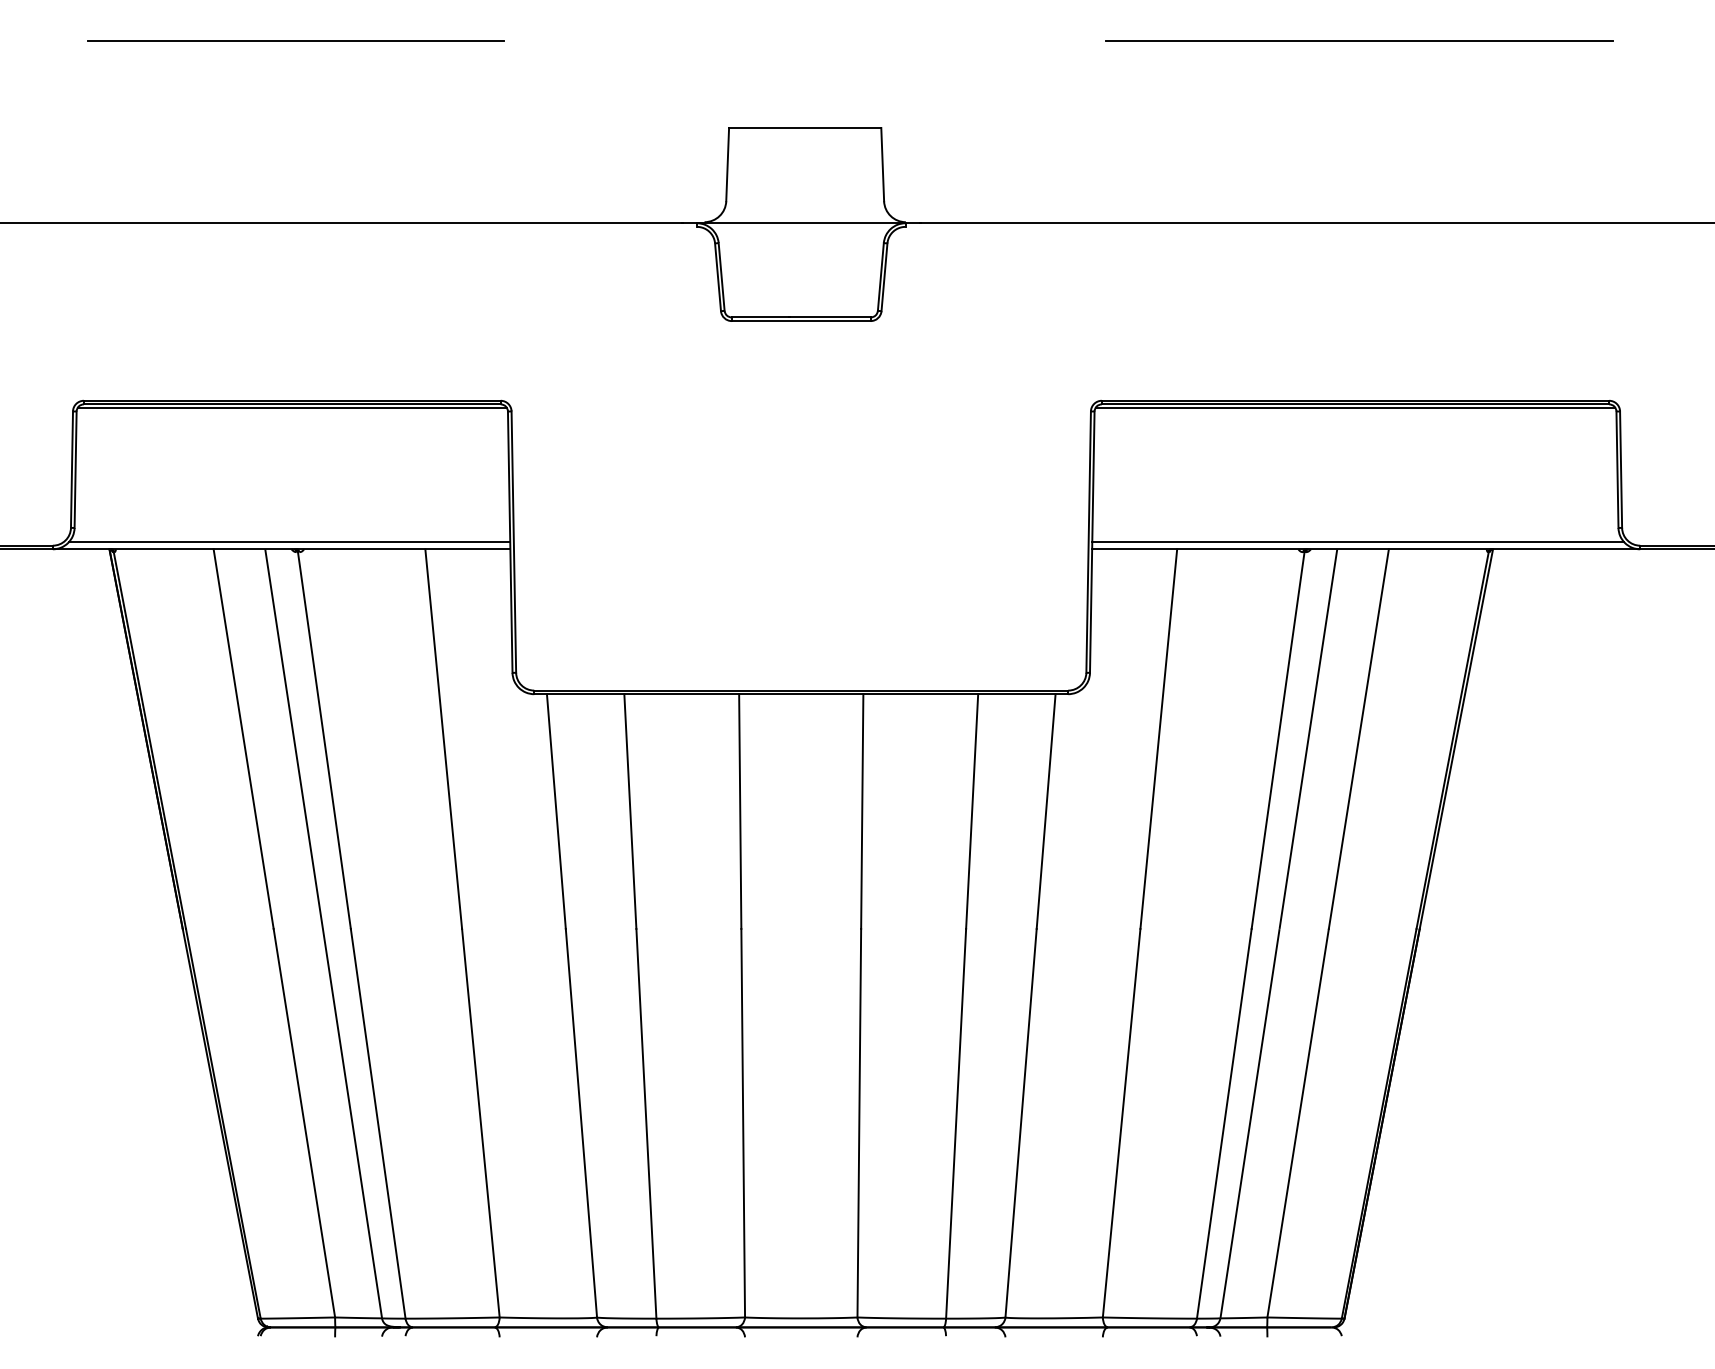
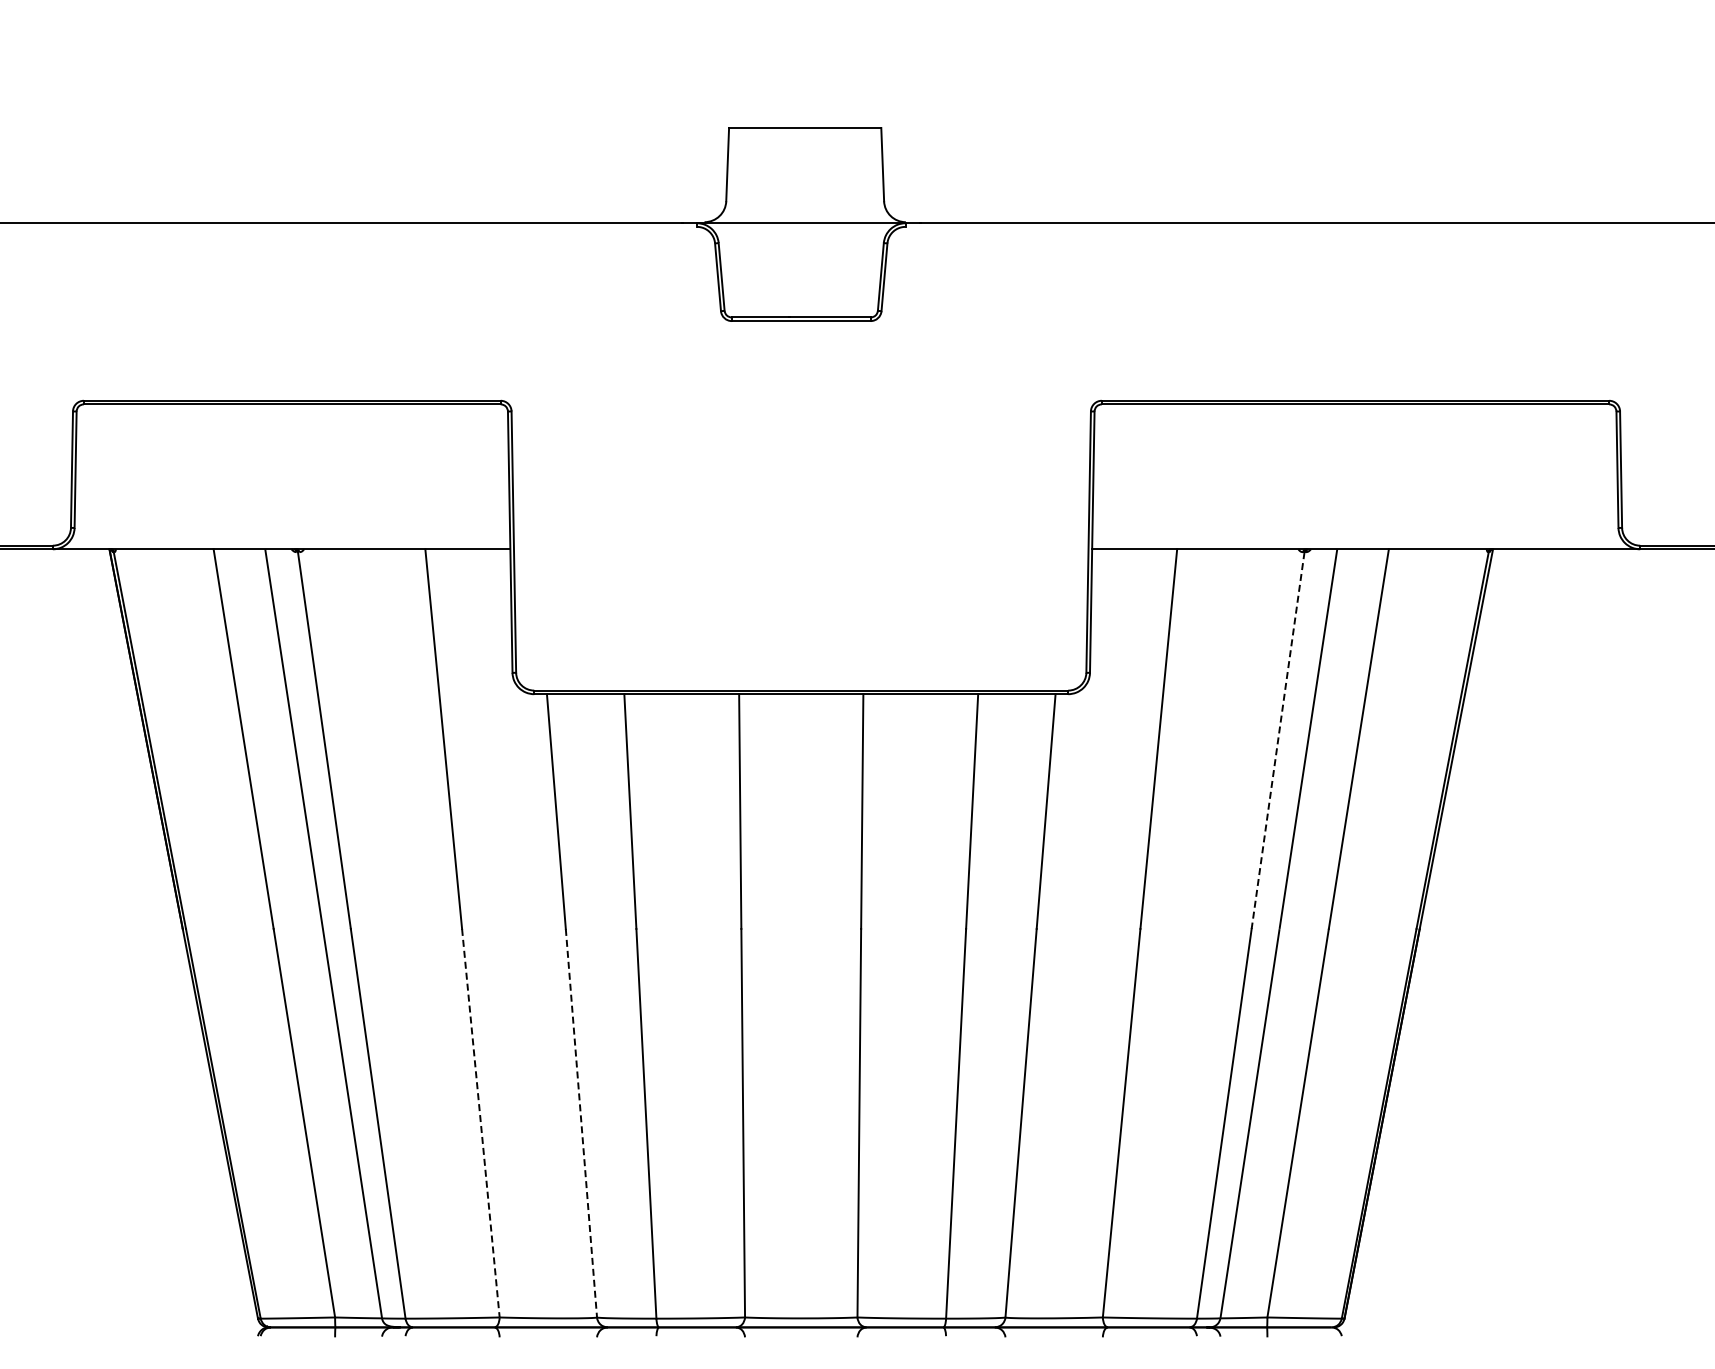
line at (295, 40): present -> none
line at (1359, 41): present -> none
line at (291, 407): present -> none
line at (1355, 407): present -> none
line at (289, 542): present -> none
line at (1358, 542): present -> none
line at (1278, 741): solid -> dashed
line at (480, 1123): solid -> dashed
line at (581, 1123): solid -> dashed
